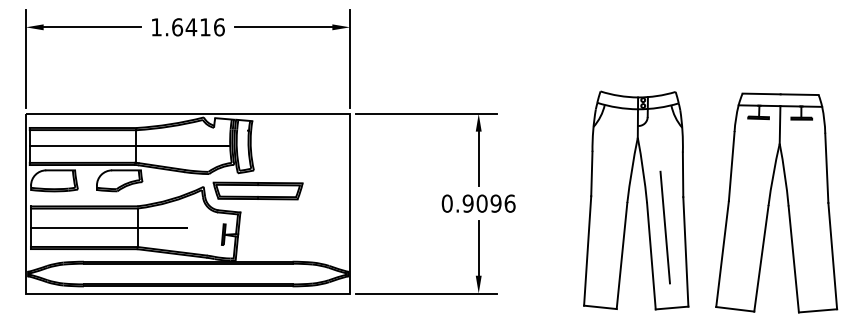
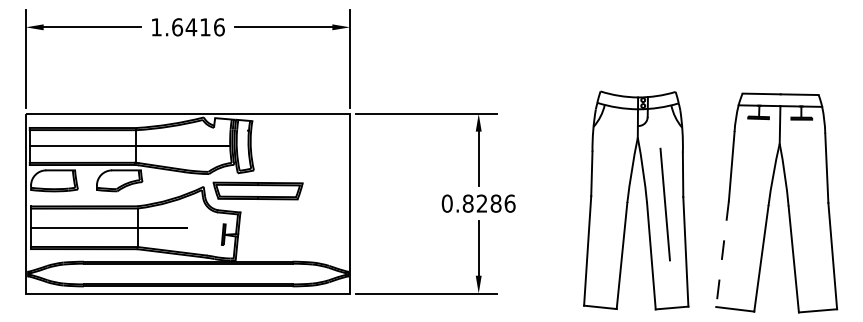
text at (481, 203): 0.9096 -> 0.8286
line at (664, 227) position: (664, 227) -> (664, 204)
line at (722, 254): solid -> dashed
